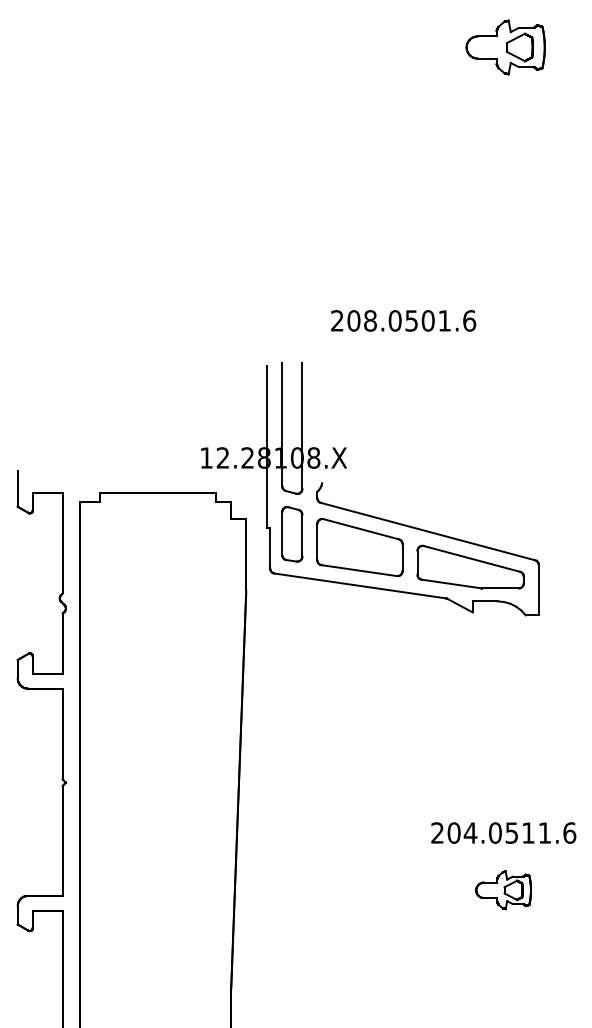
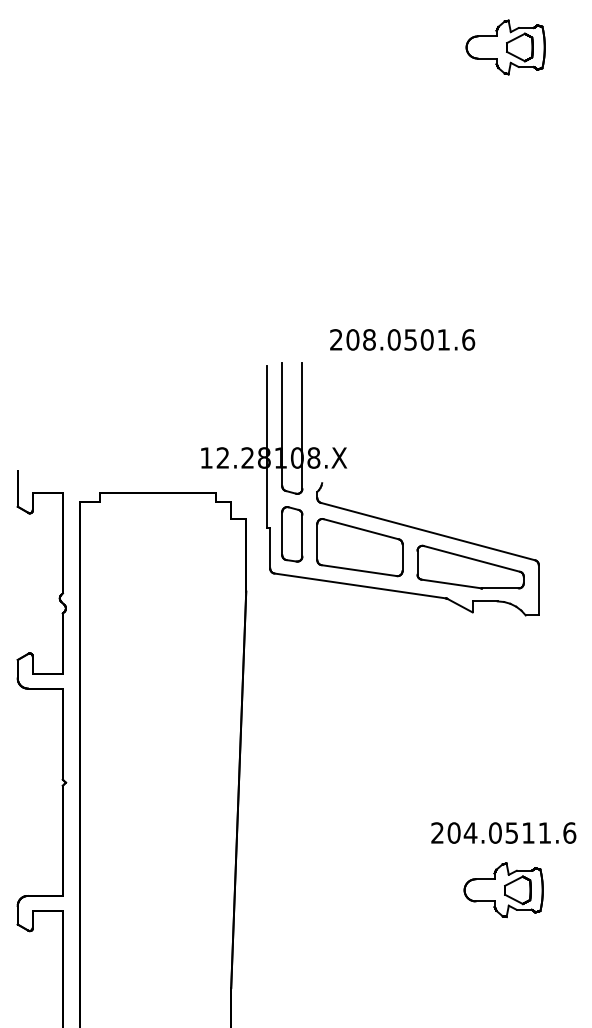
text at (403, 320) position: (403, 320) -> (402, 339)
part at (503, 890) size: 57x41 px -> 81x57 px
